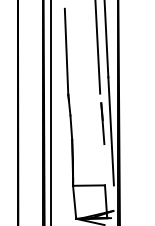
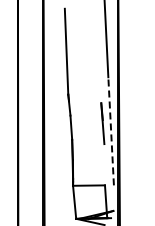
line at (97, 47): present -> none
line at (50, 112): present -> none
line at (111, 130): solid -> dashed
